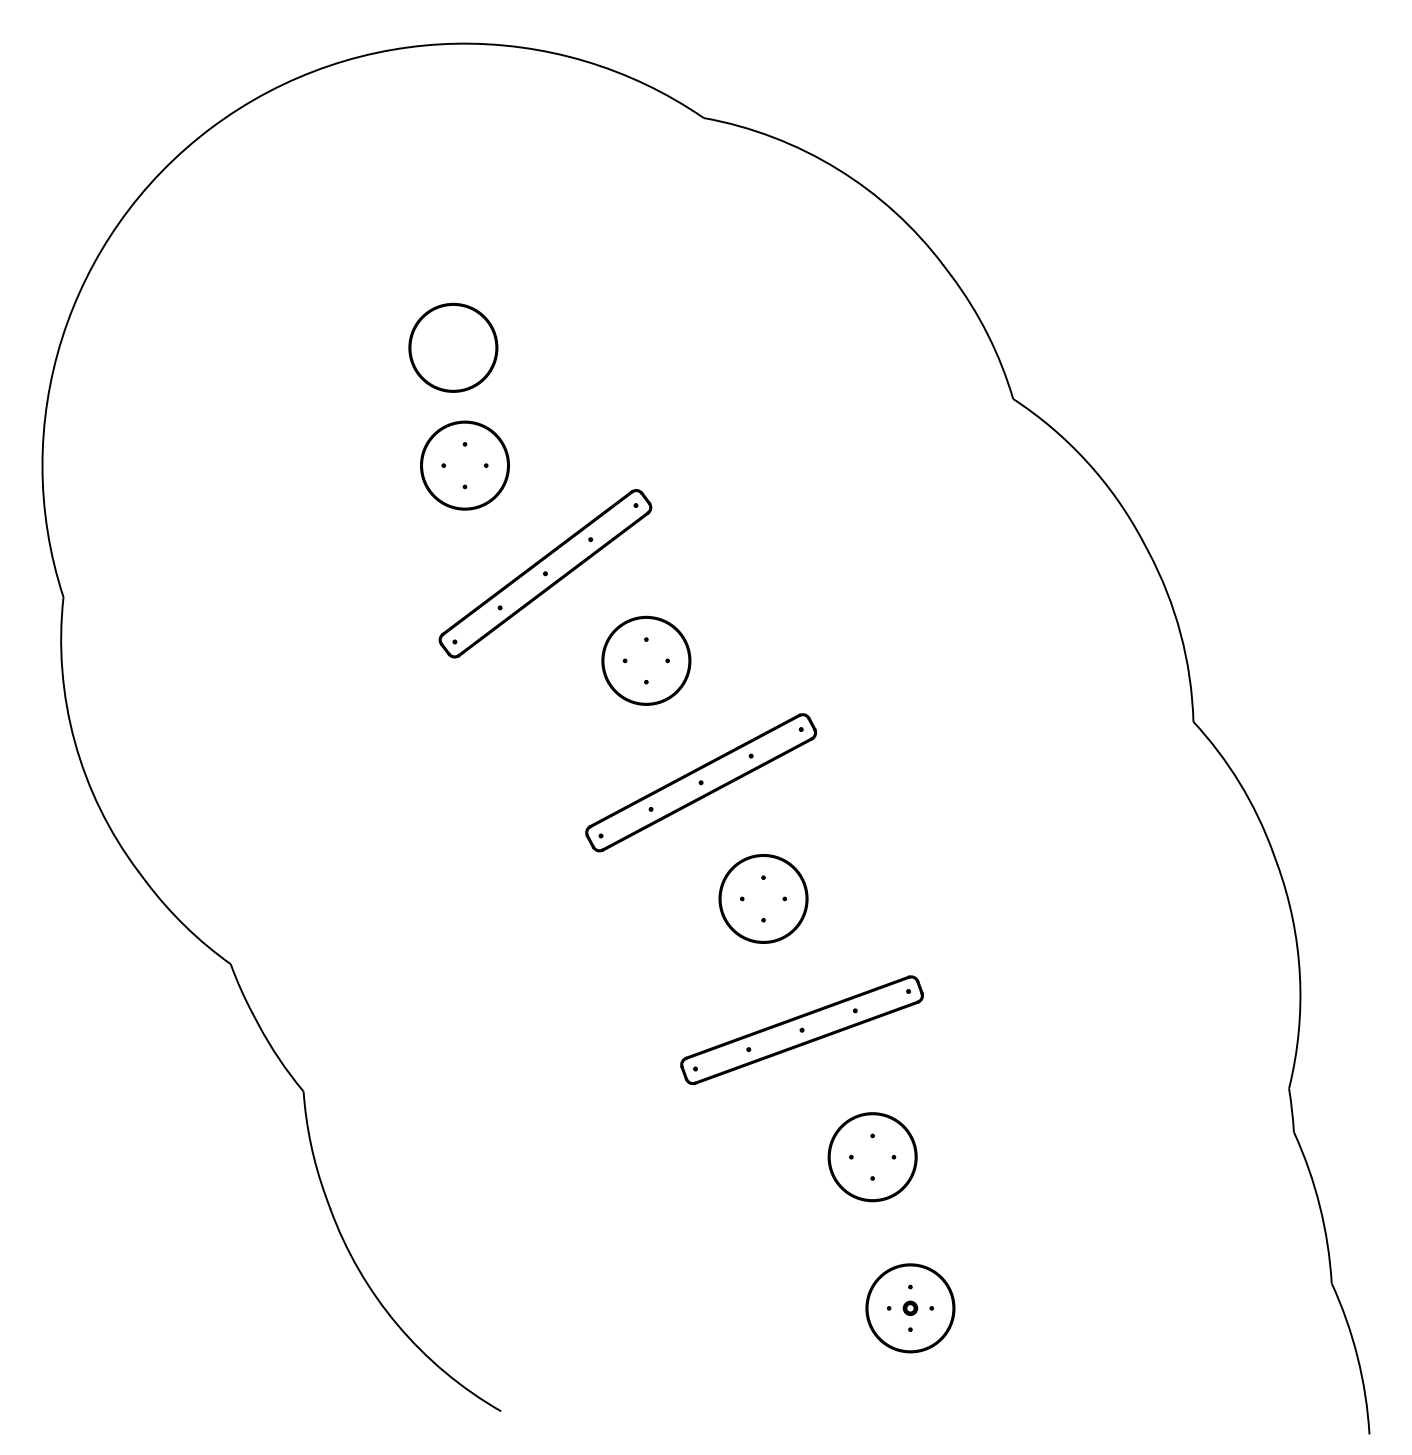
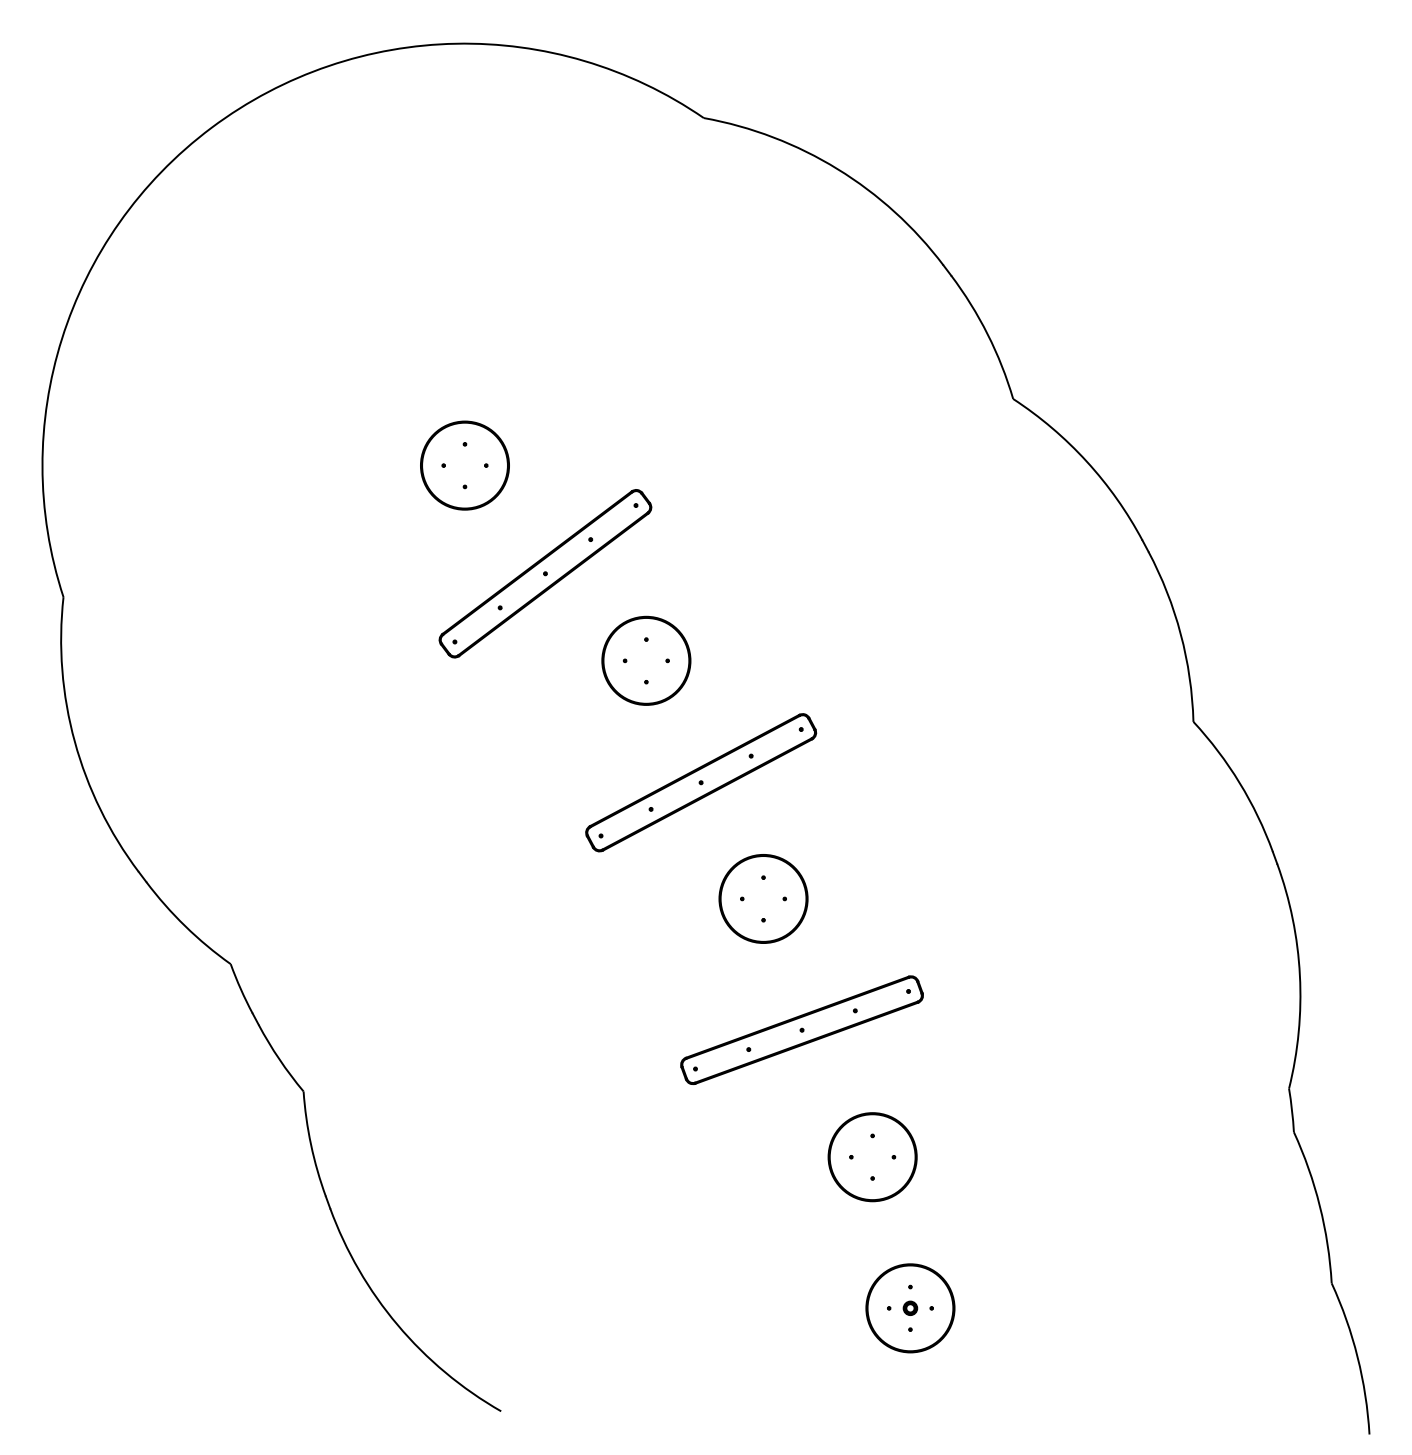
part at (453, 347): present -> none
